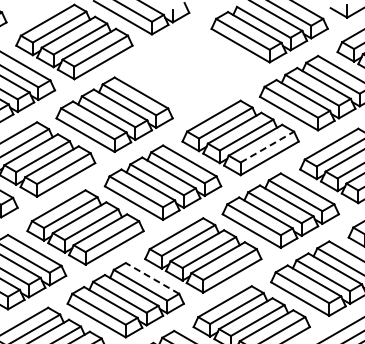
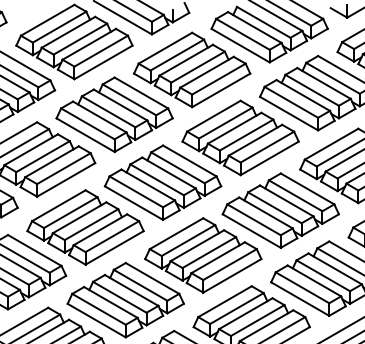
part at (192, 69): none -> present
line at (267, 147): dashed -> solid
line at (152, 278): dashed -> solid
